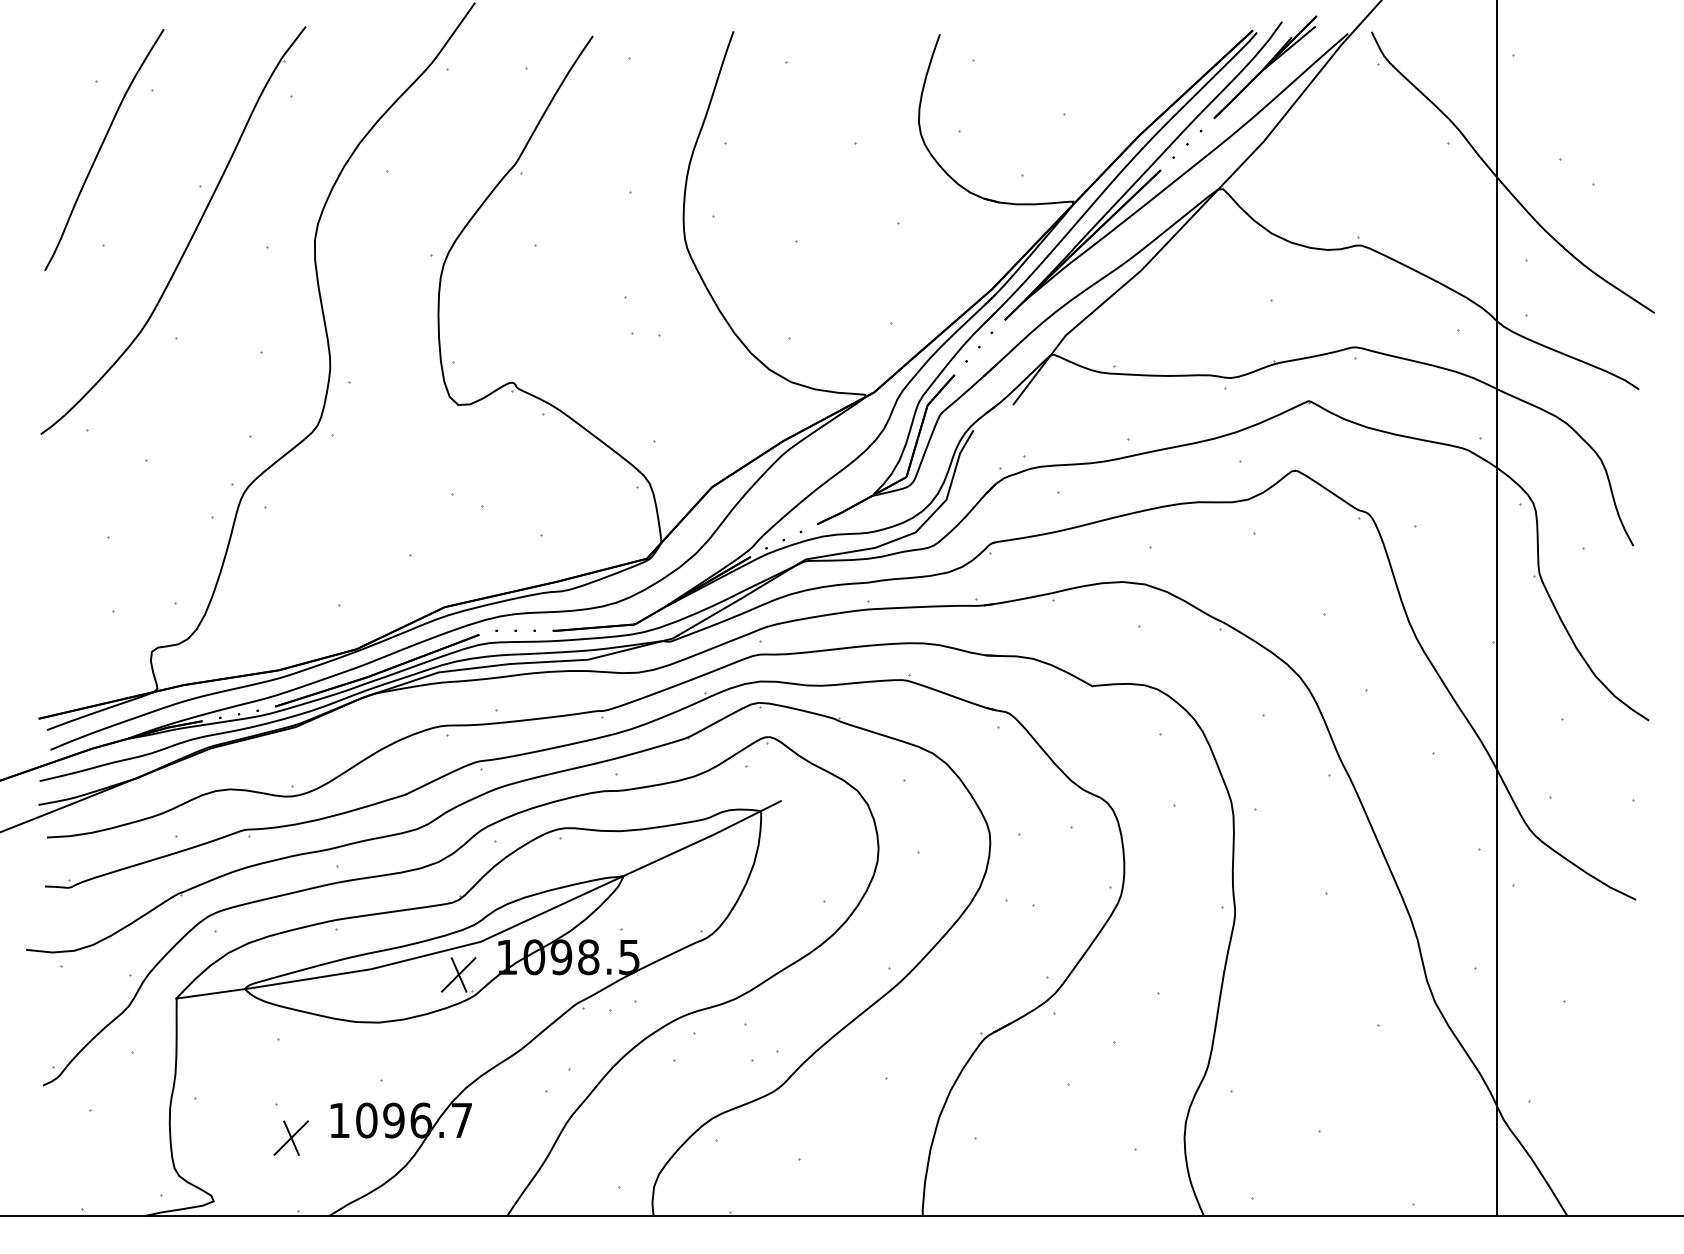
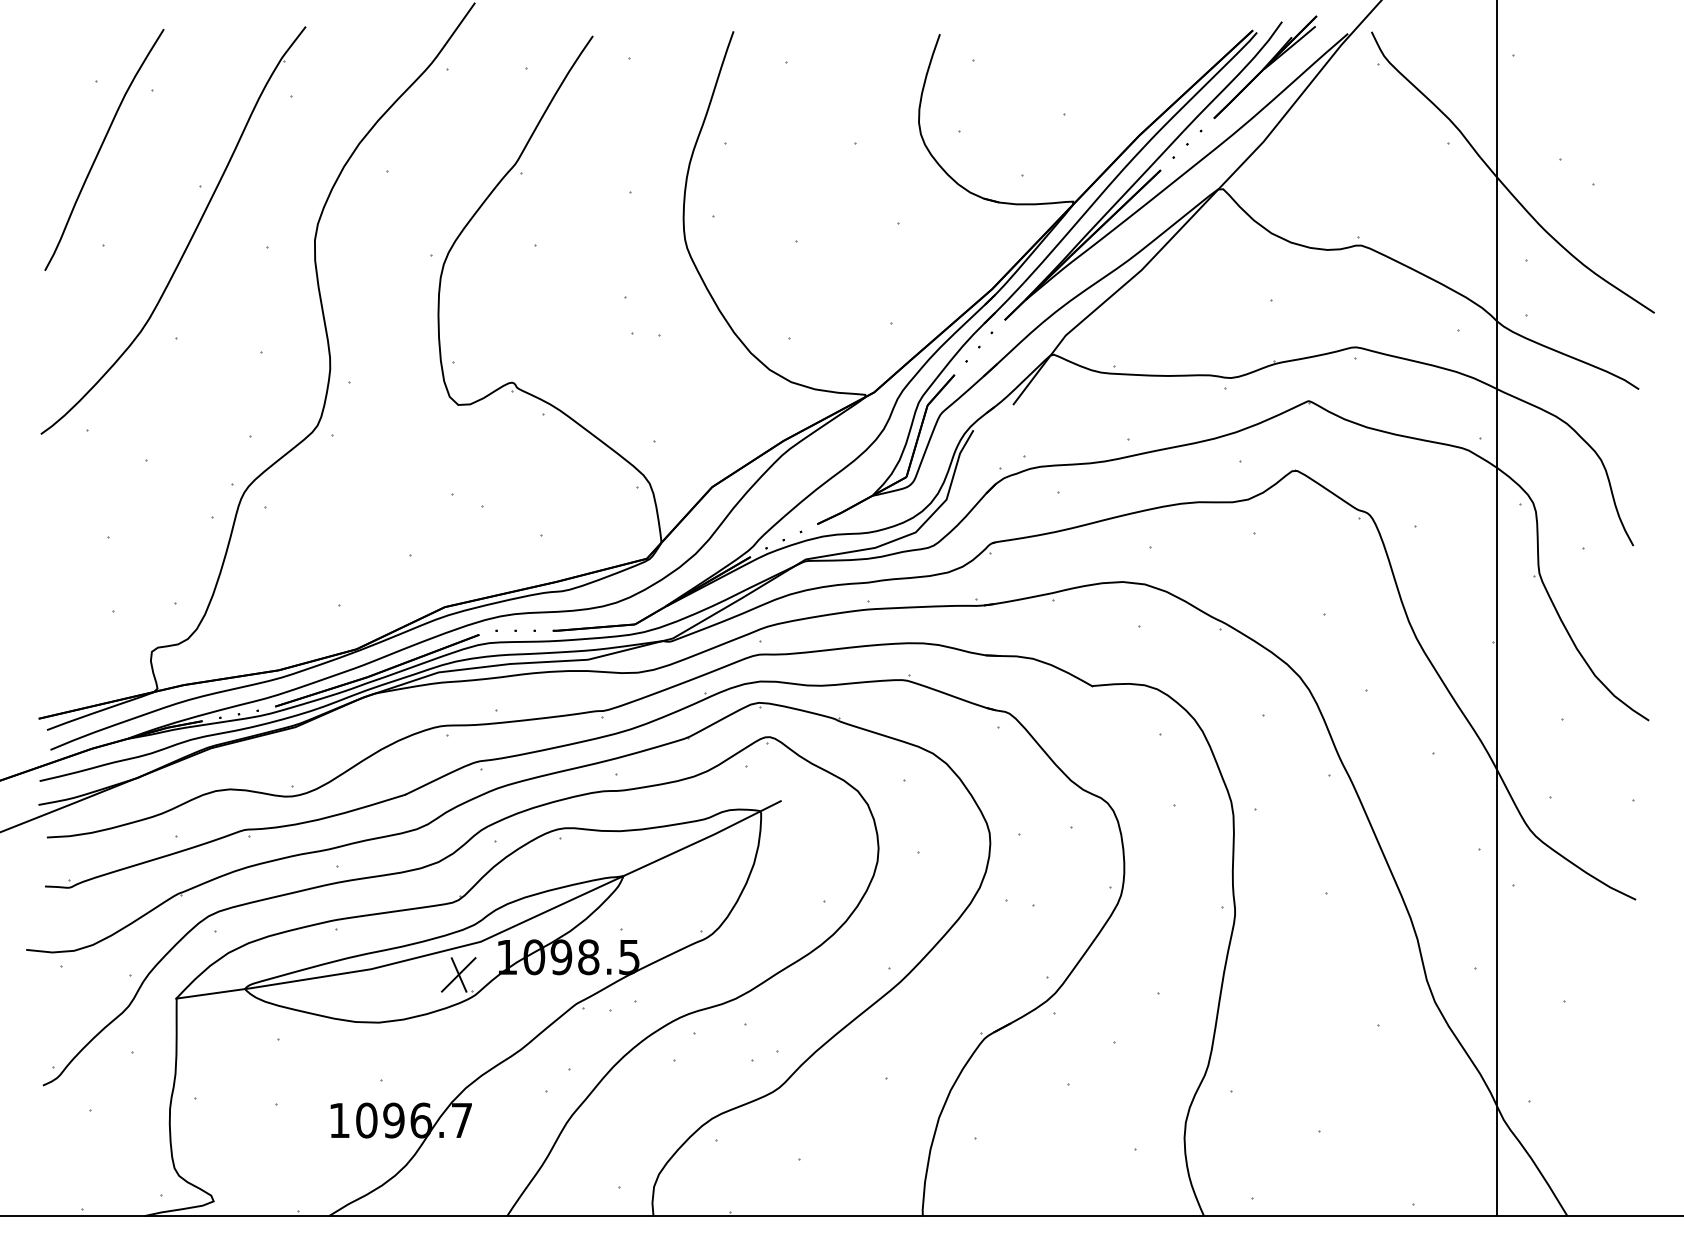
part at (290, 1137): present -> none
